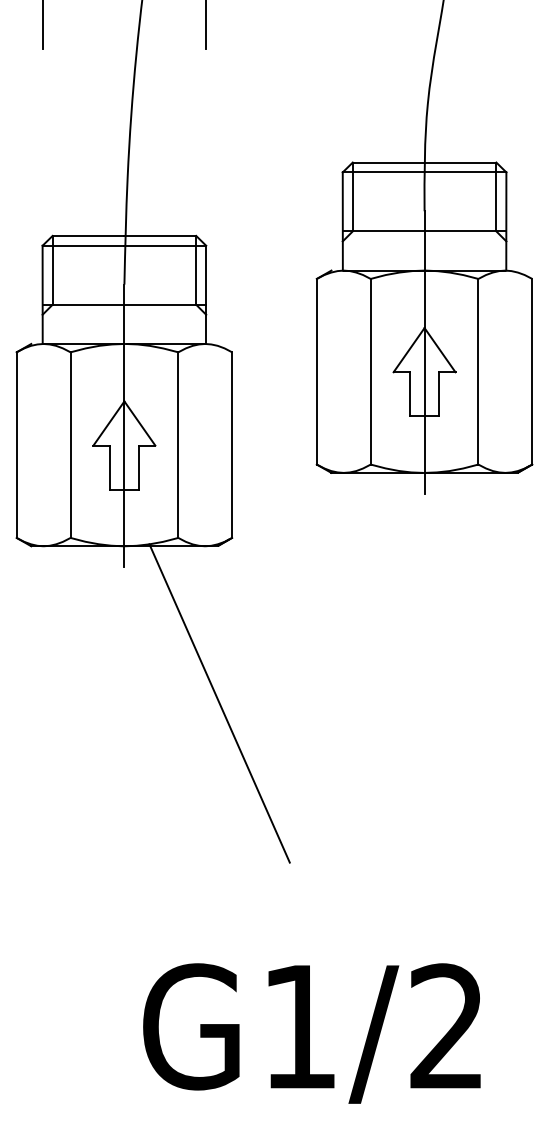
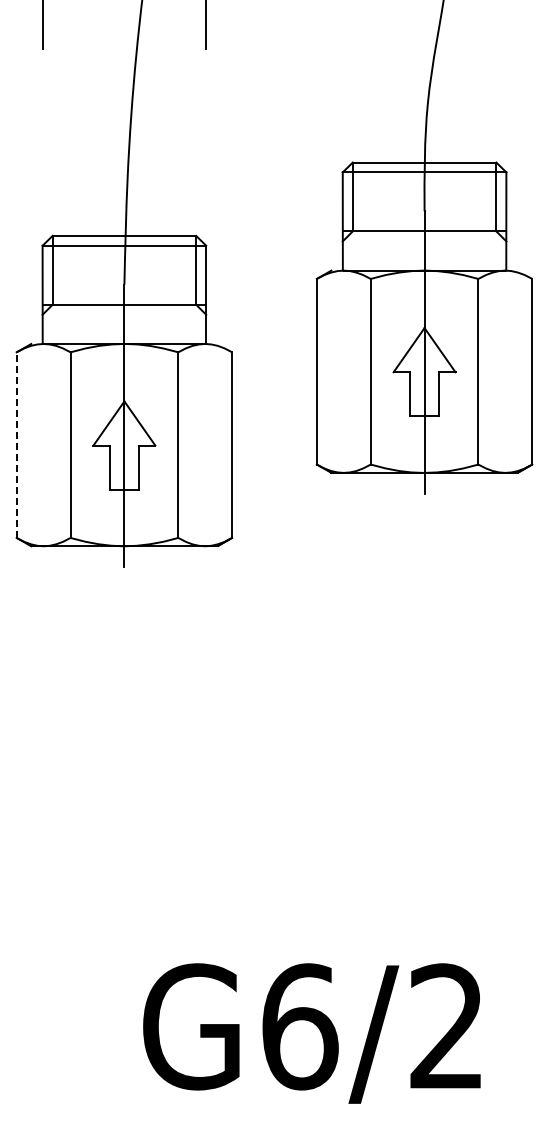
line at (16, 445): solid -> dashed
line at (219, 703): present -> none
text at (300, 1026): G1/2 -> G6/2
